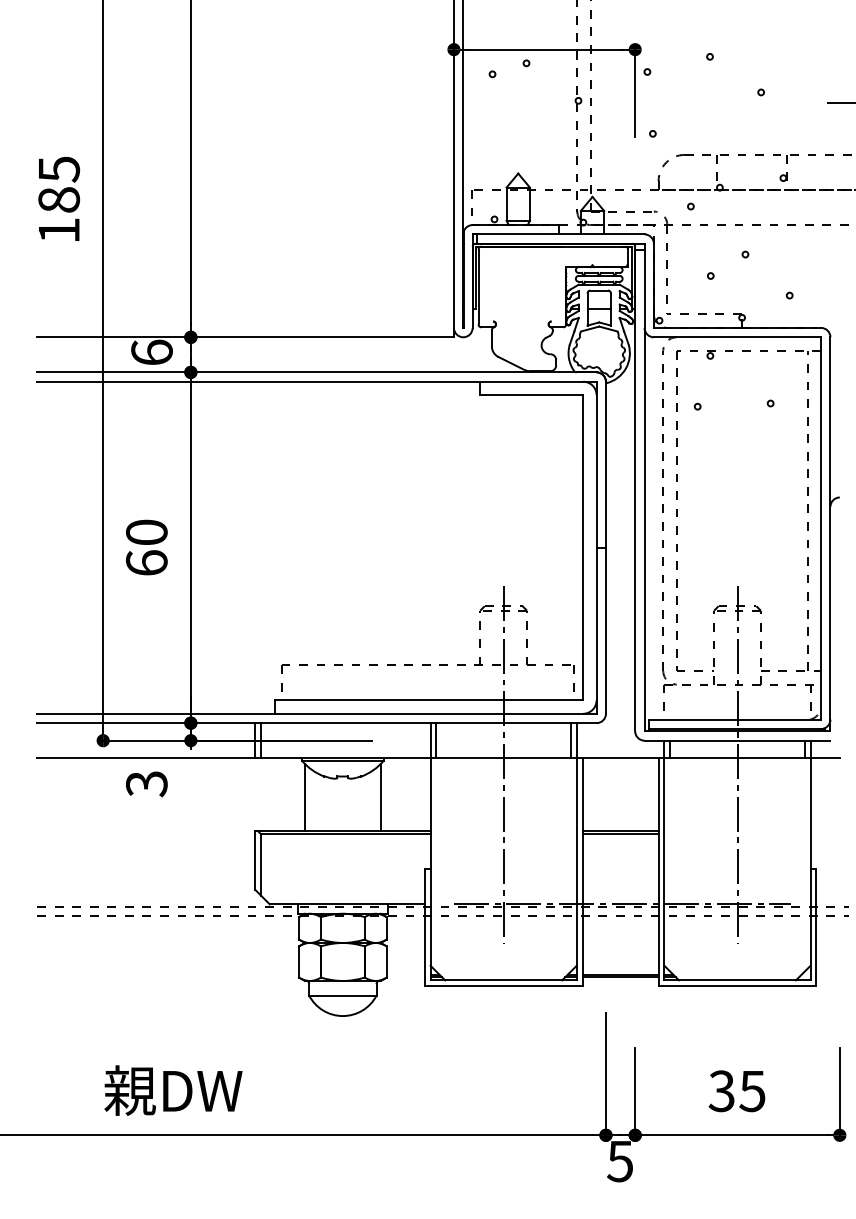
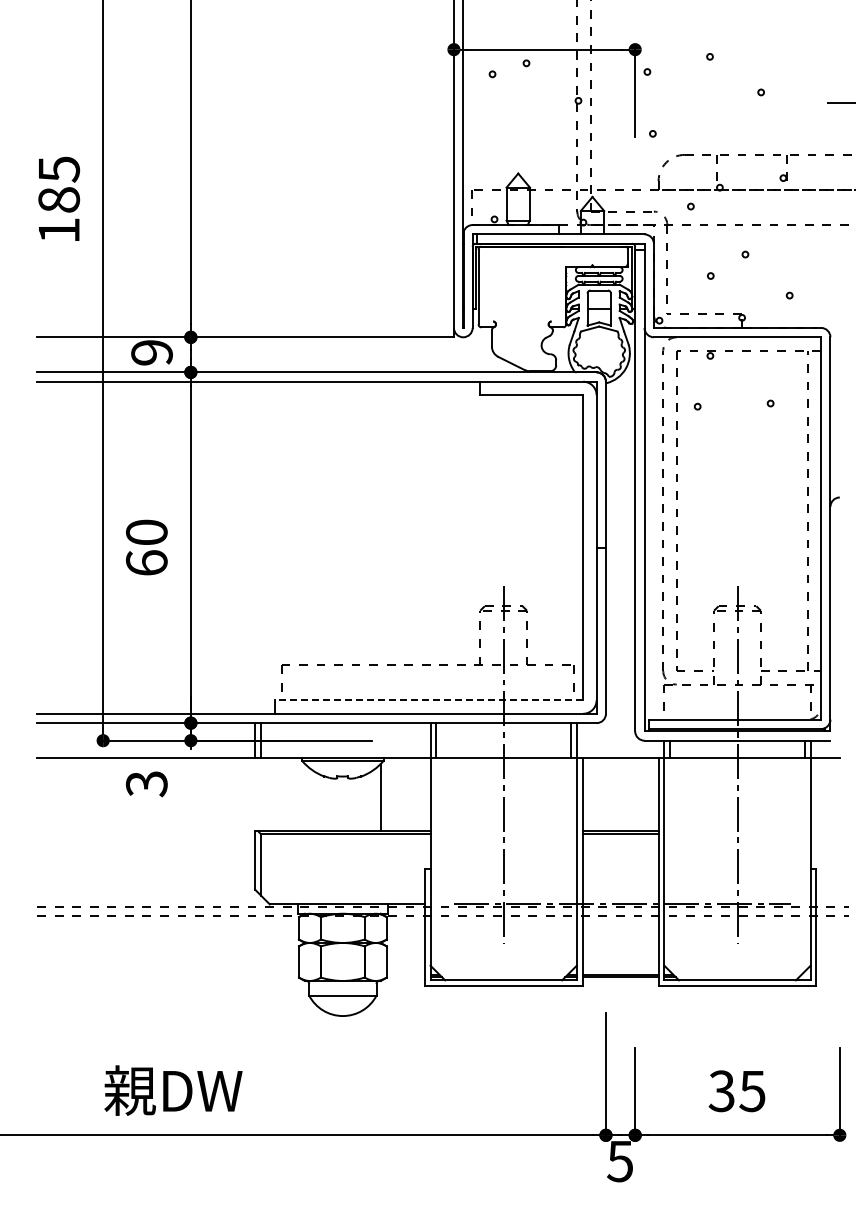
text at (151, 352): 6 -> 9
line at (428, 700): solid -> dashed
line at (304, 797): present -> none
